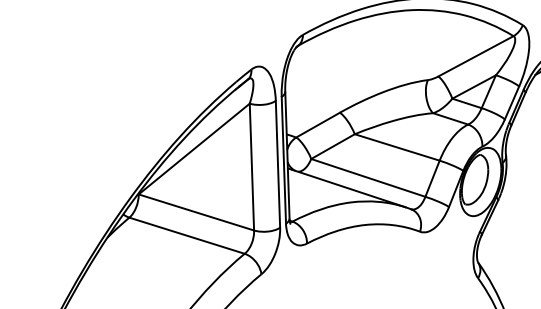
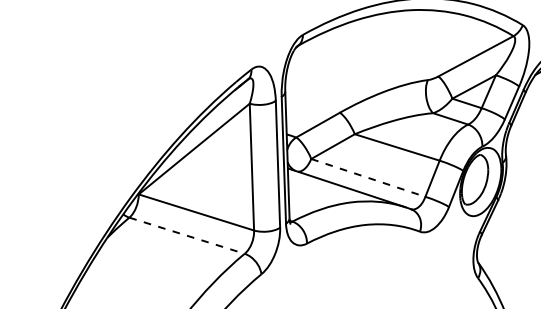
line at (368, 178): solid -> dashed
line at (187, 235): solid -> dashed
